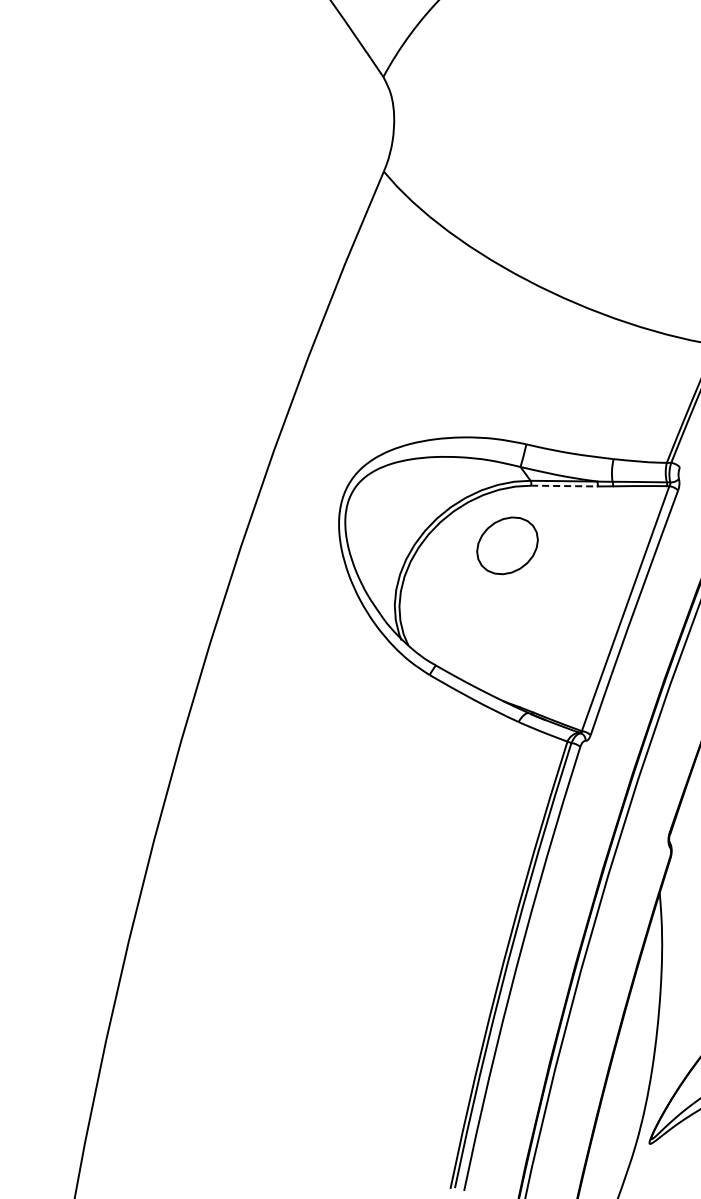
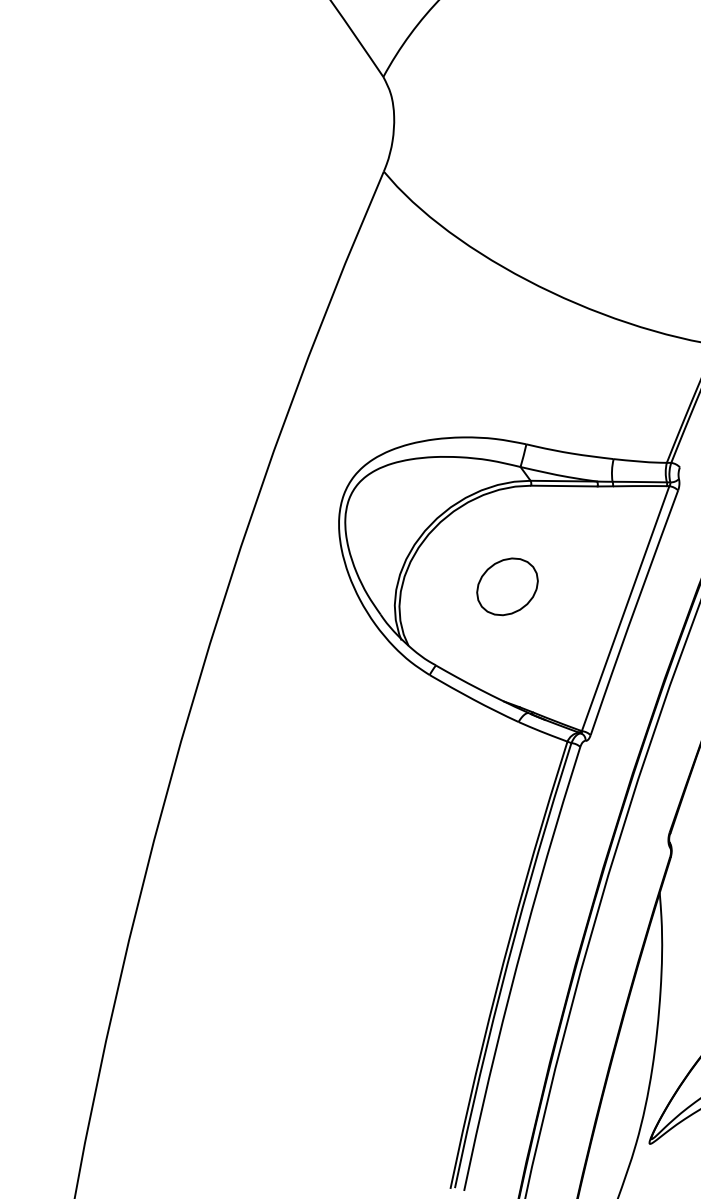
line at (564, 486): dashed -> solid
part at (507, 545) position: (507, 545) -> (507, 586)
